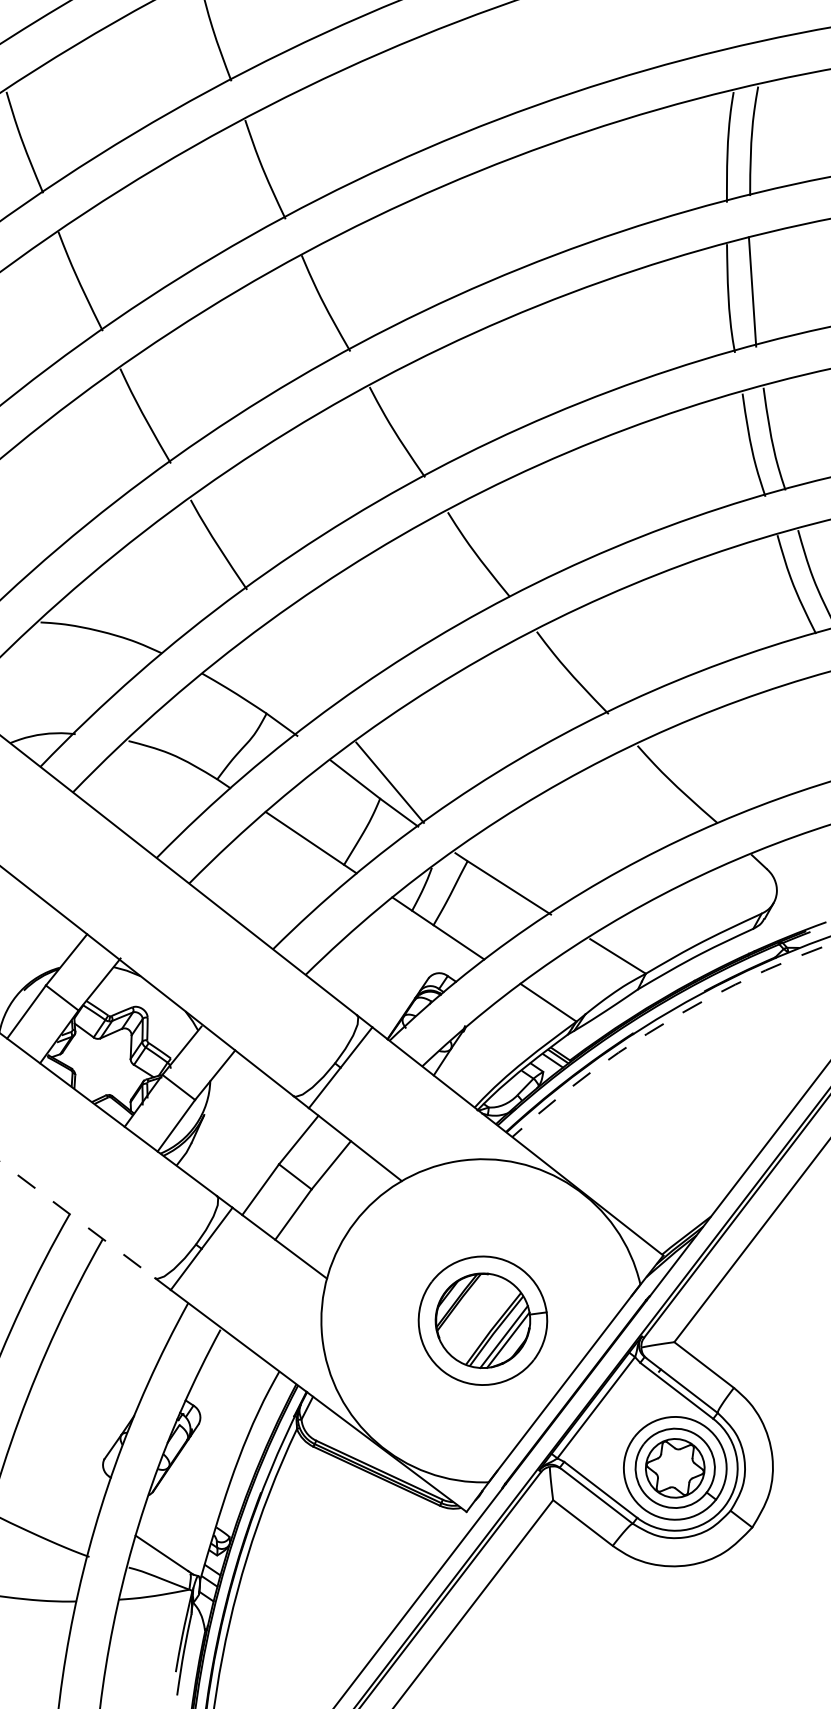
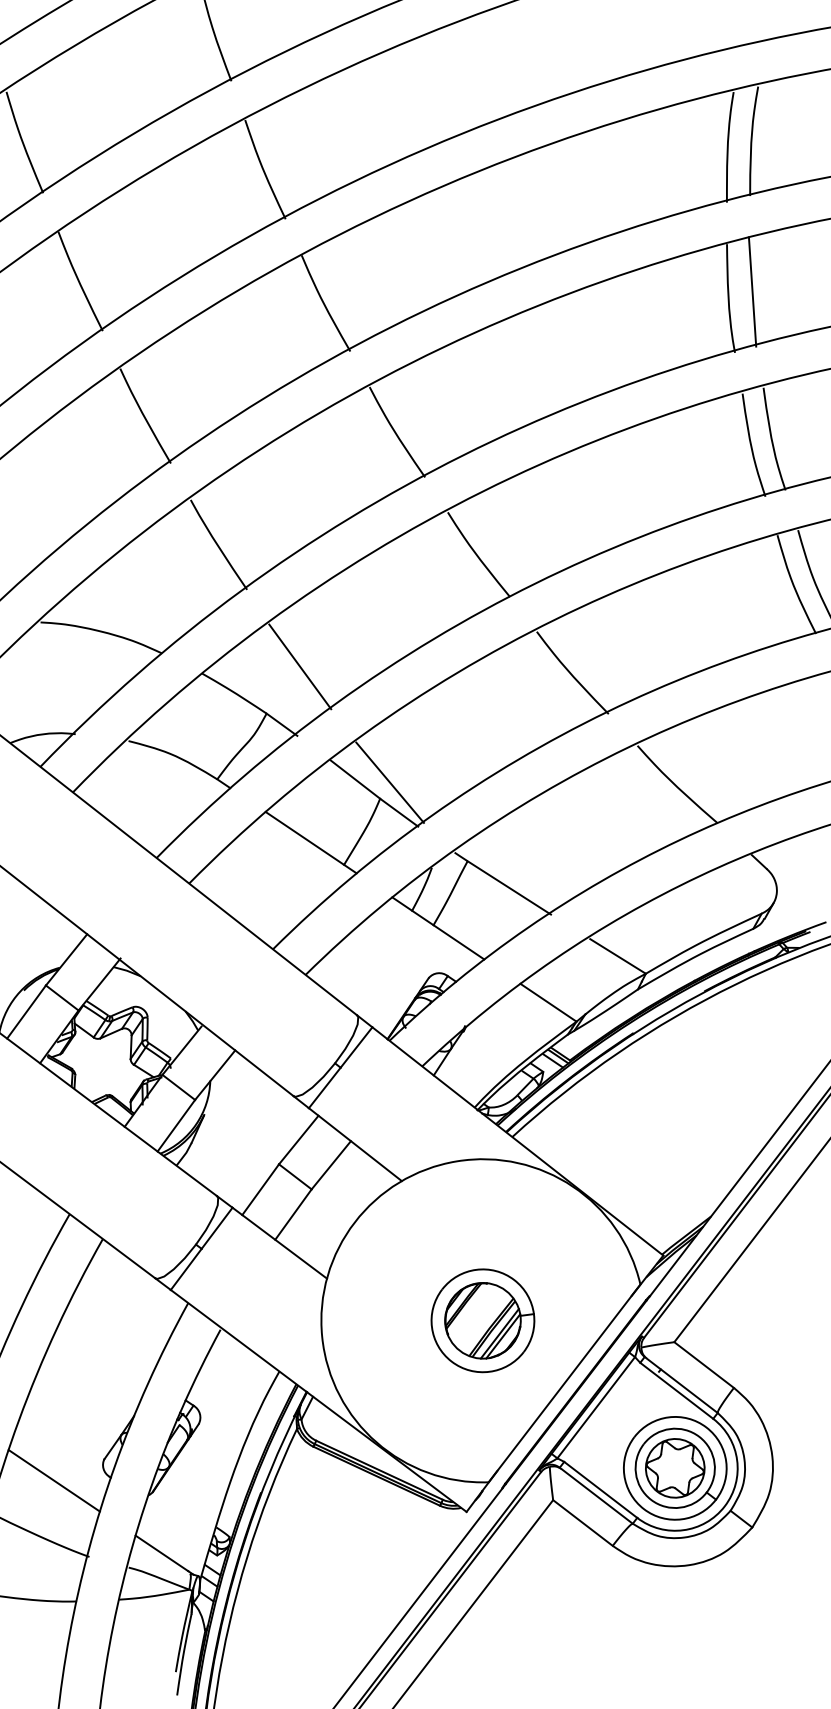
line at (300, 666): none -> present
arc at (662, 1024): dashed -> solid
line at (77, 1220): dashed -> solid
part at (482, 1320) size: 132x131 px -> 106x106 px
line at (53, 1480): none -> present
